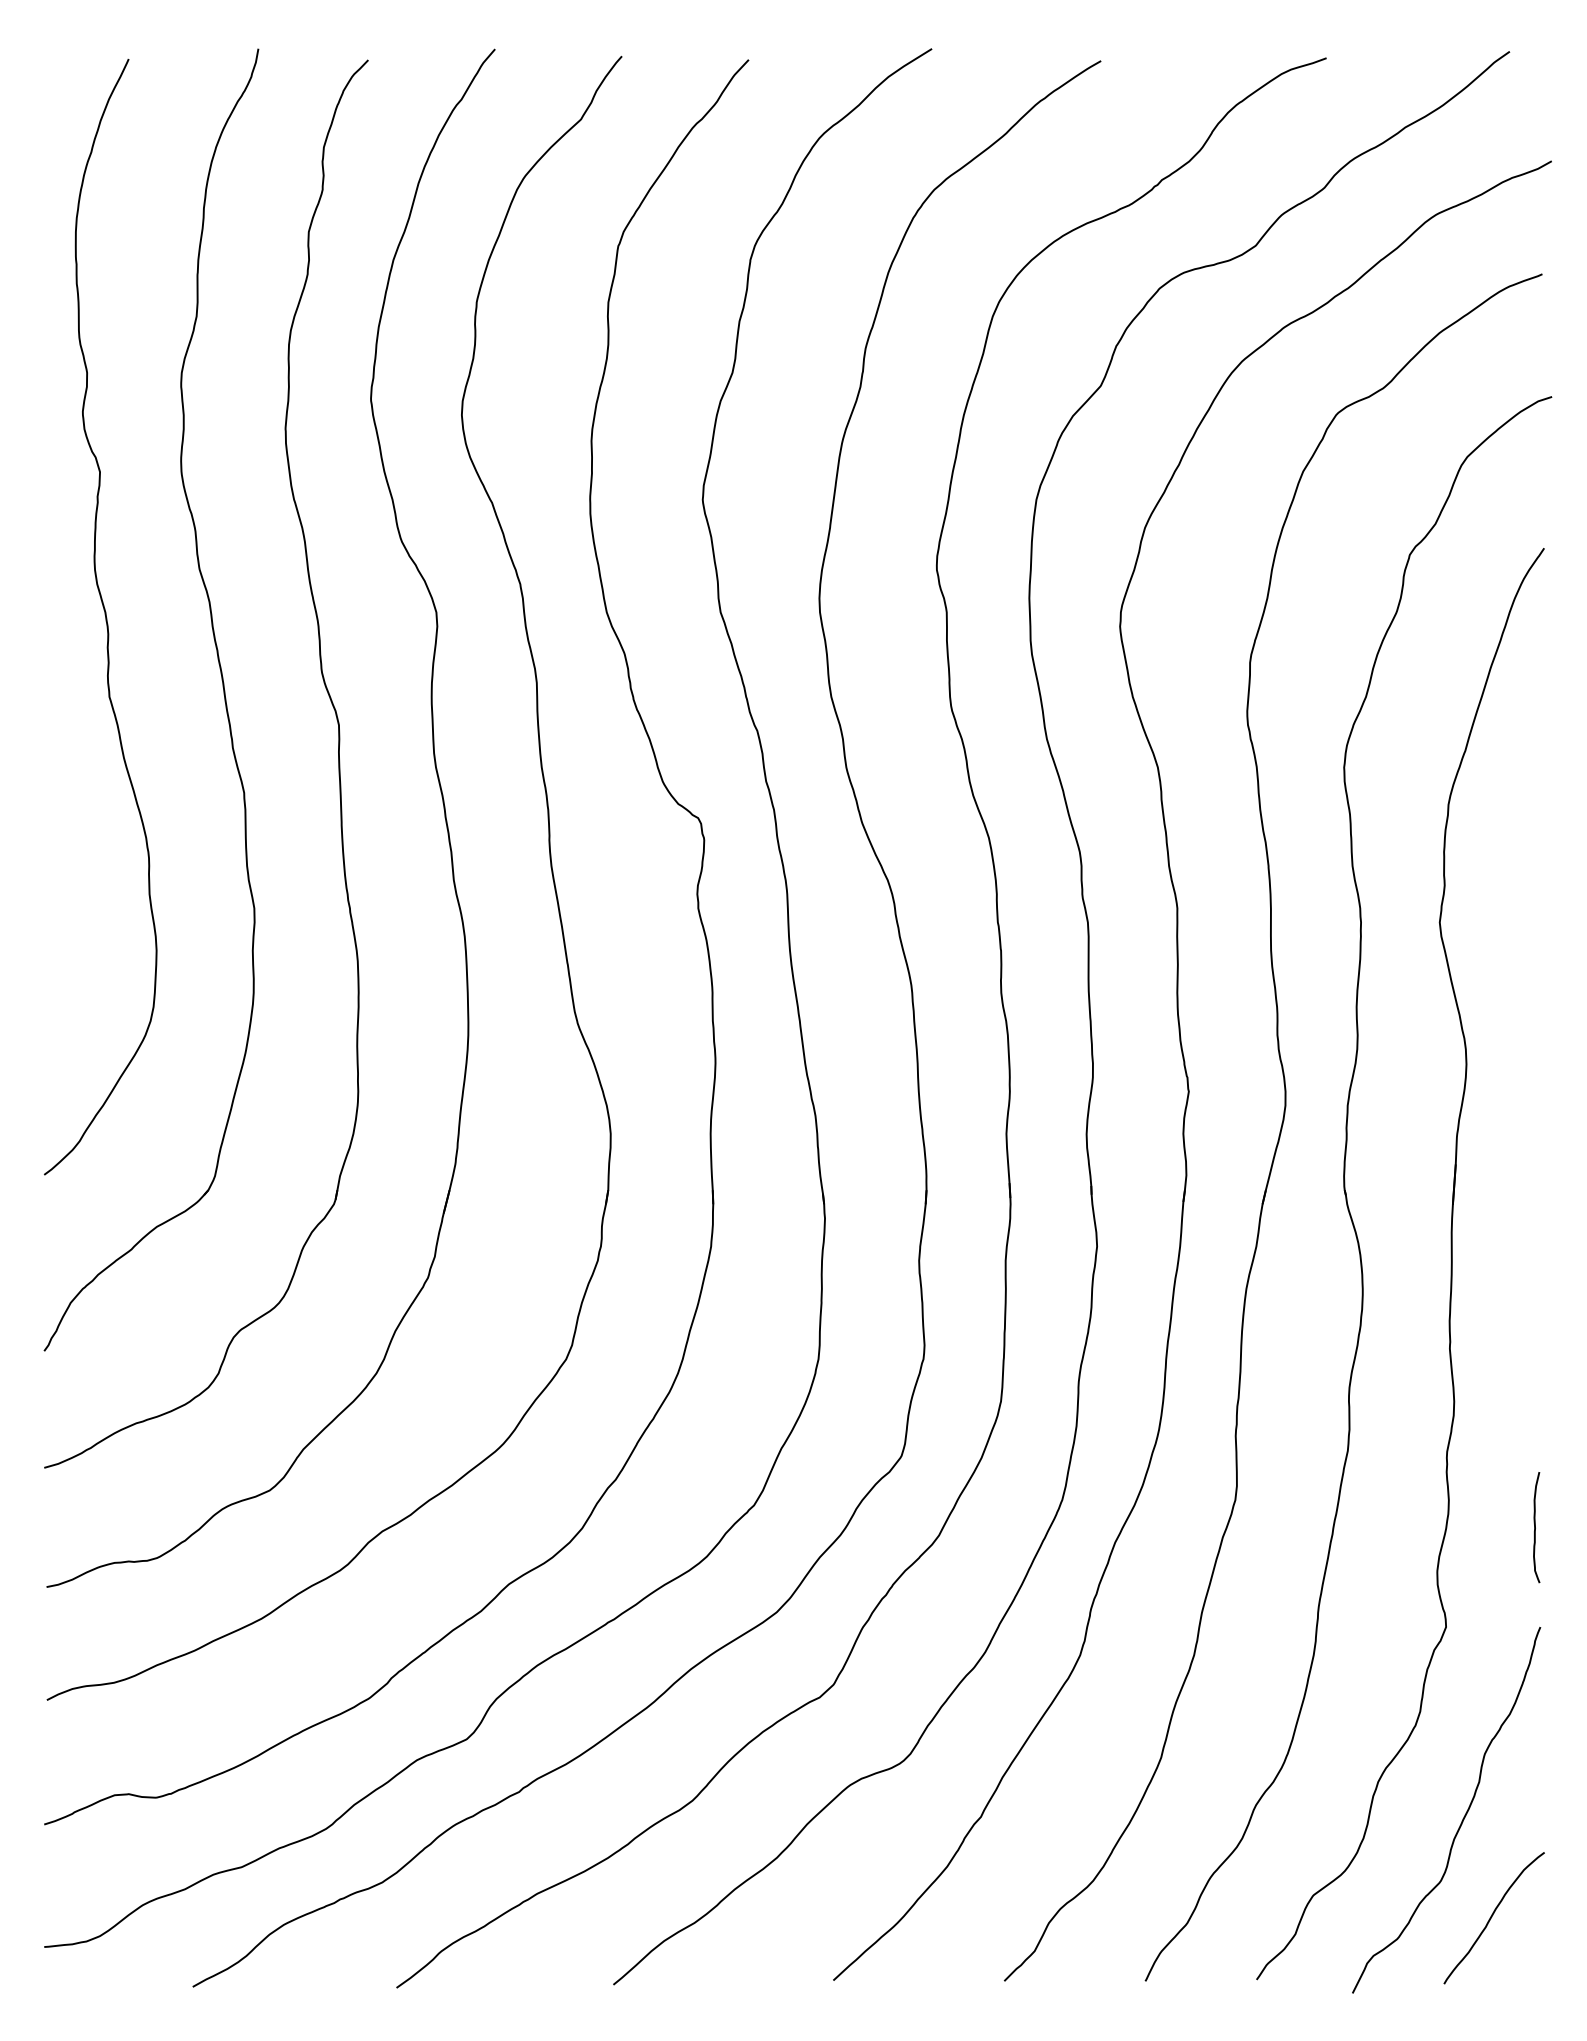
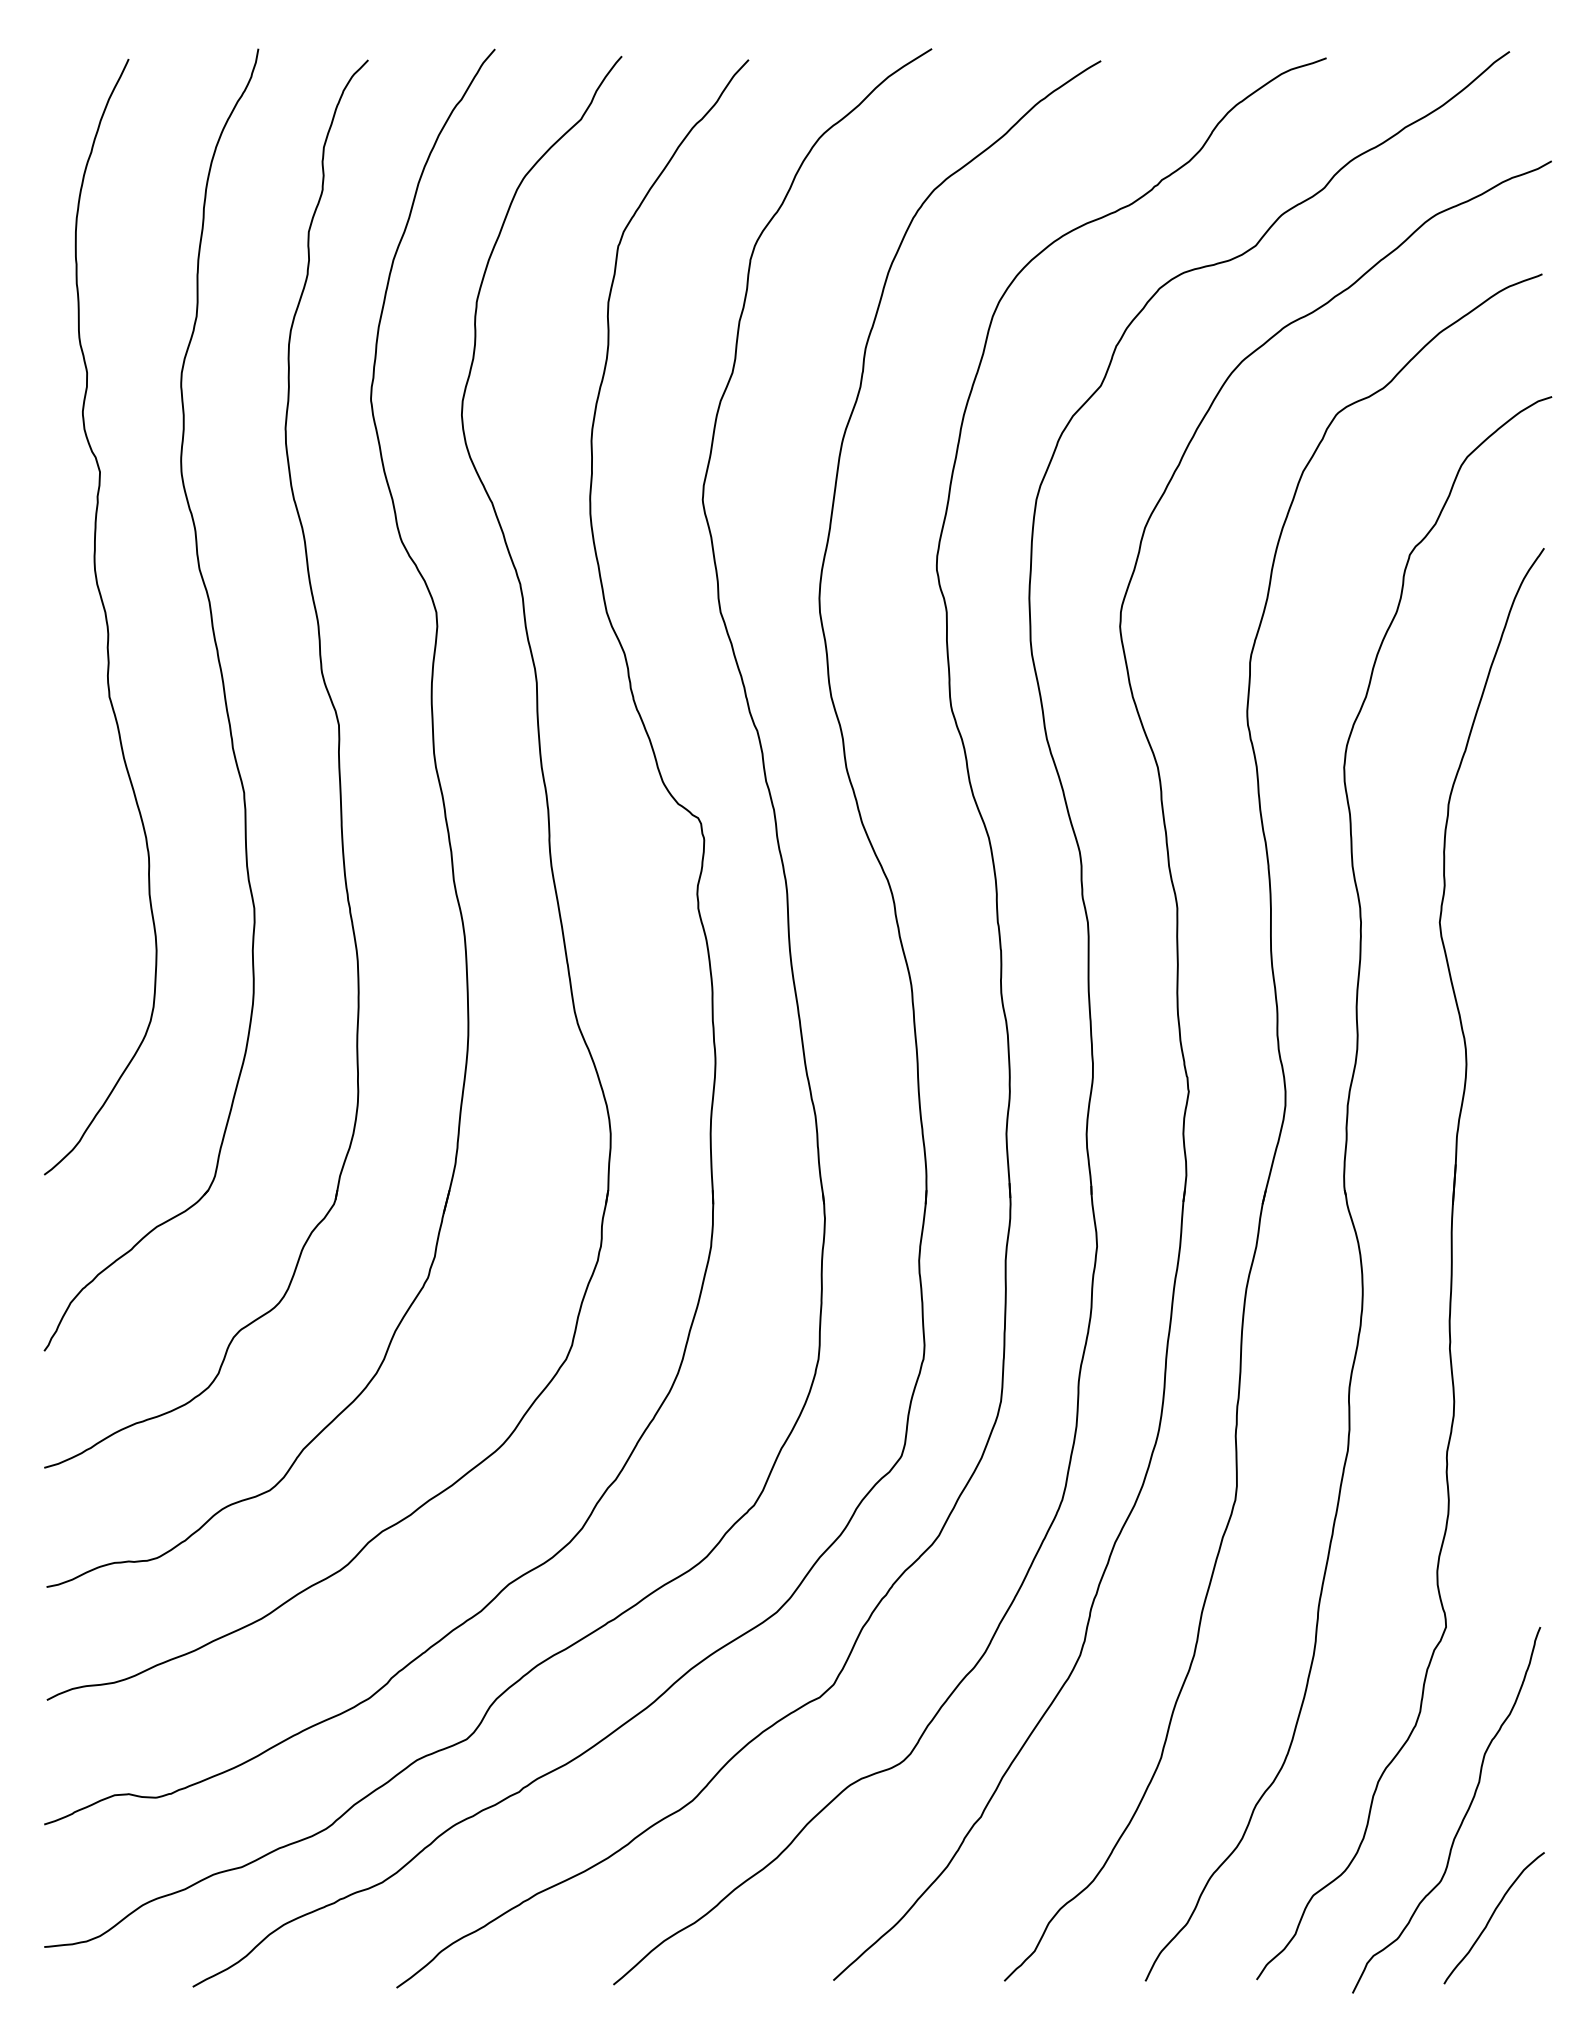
curve at (1535, 1527): present -> none
